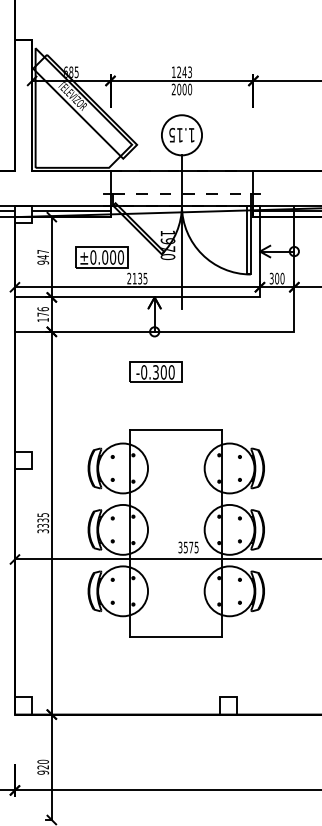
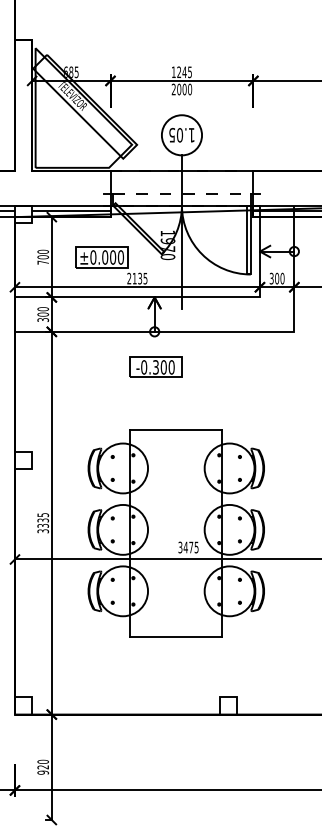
text at (189, 71): 1243 -> 1245
text at (179, 135): 1.15 -> 1.05
text at (43, 256): 947 -> 700
text at (43, 314): 176 -> 300
part at (155, 371) position: (155, 371) -> (155, 366)
text at (185, 547): 3575 -> 3475
